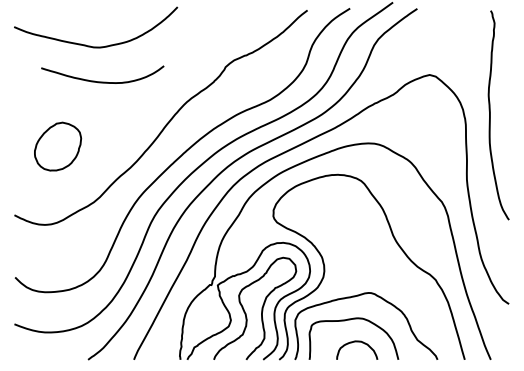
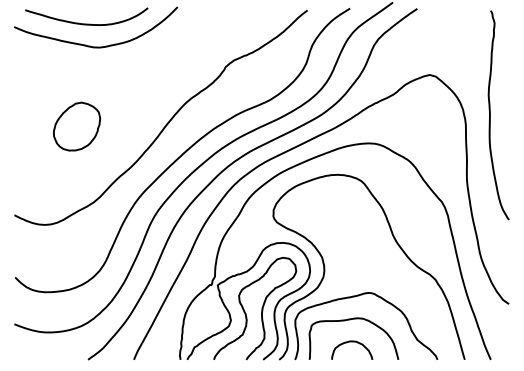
curve at (102, 81) position: (102, 81) -> (86, 23)
part at (58, 146) position: (58, 146) -> (77, 126)
curve at (357, 342) position: (357, 342) -> (352, 342)
